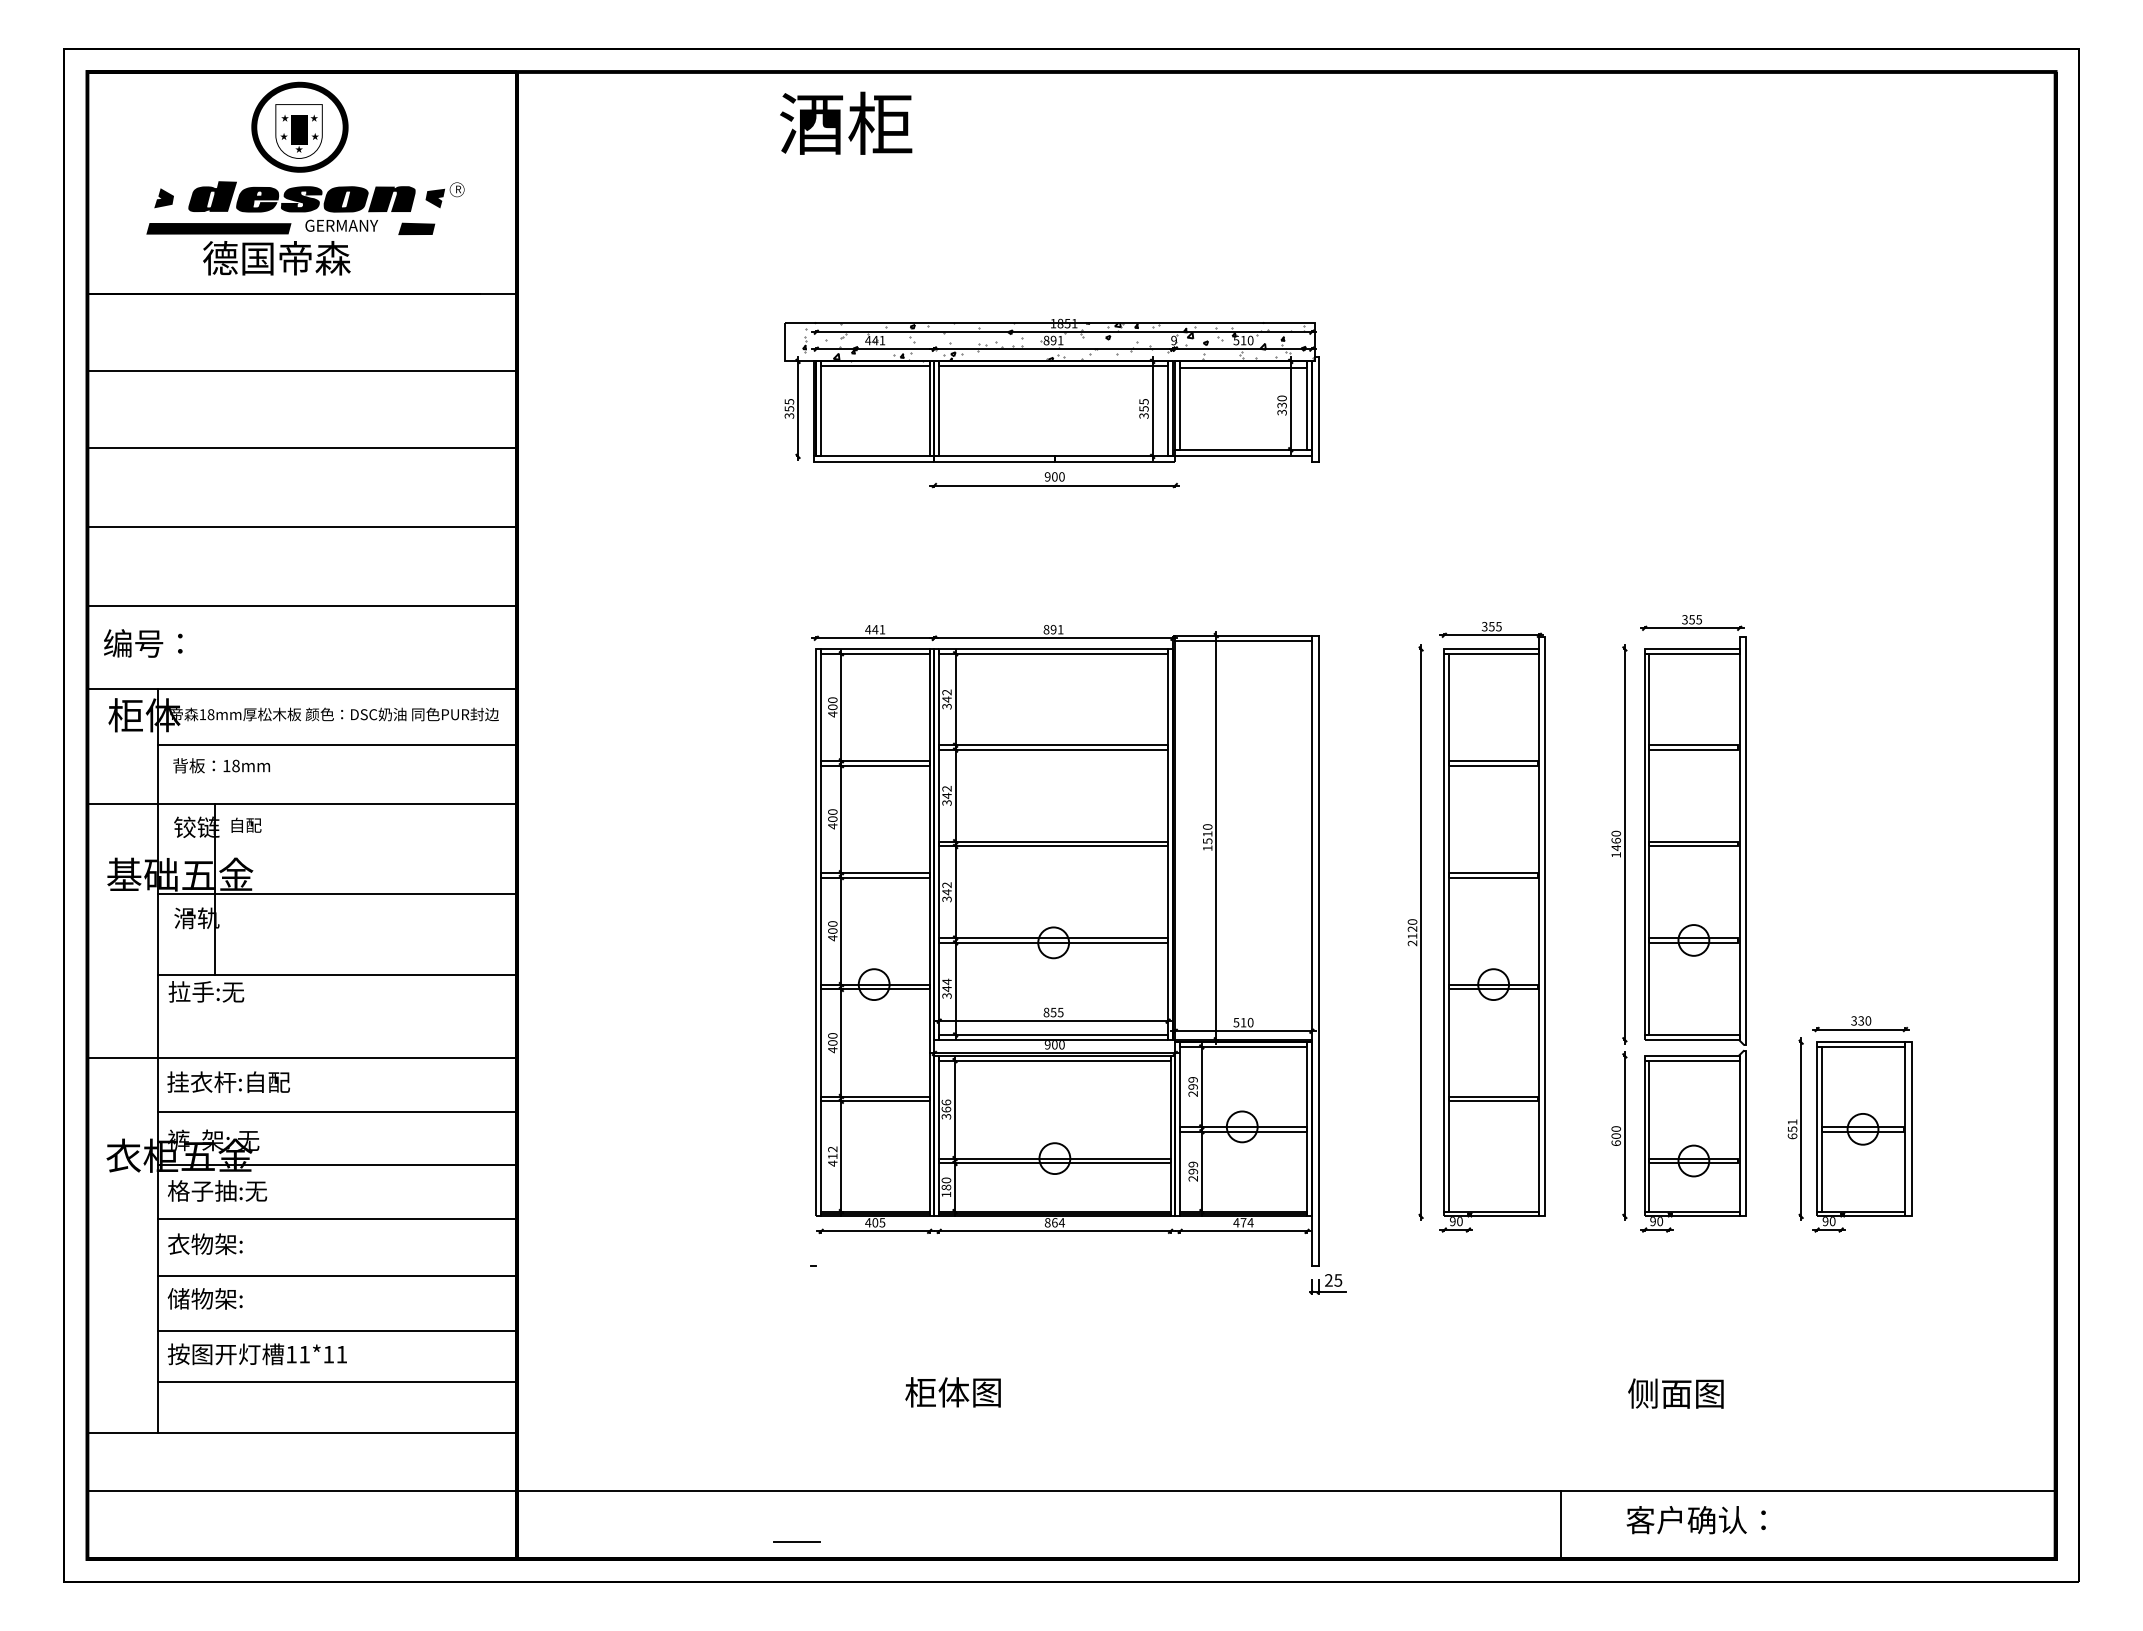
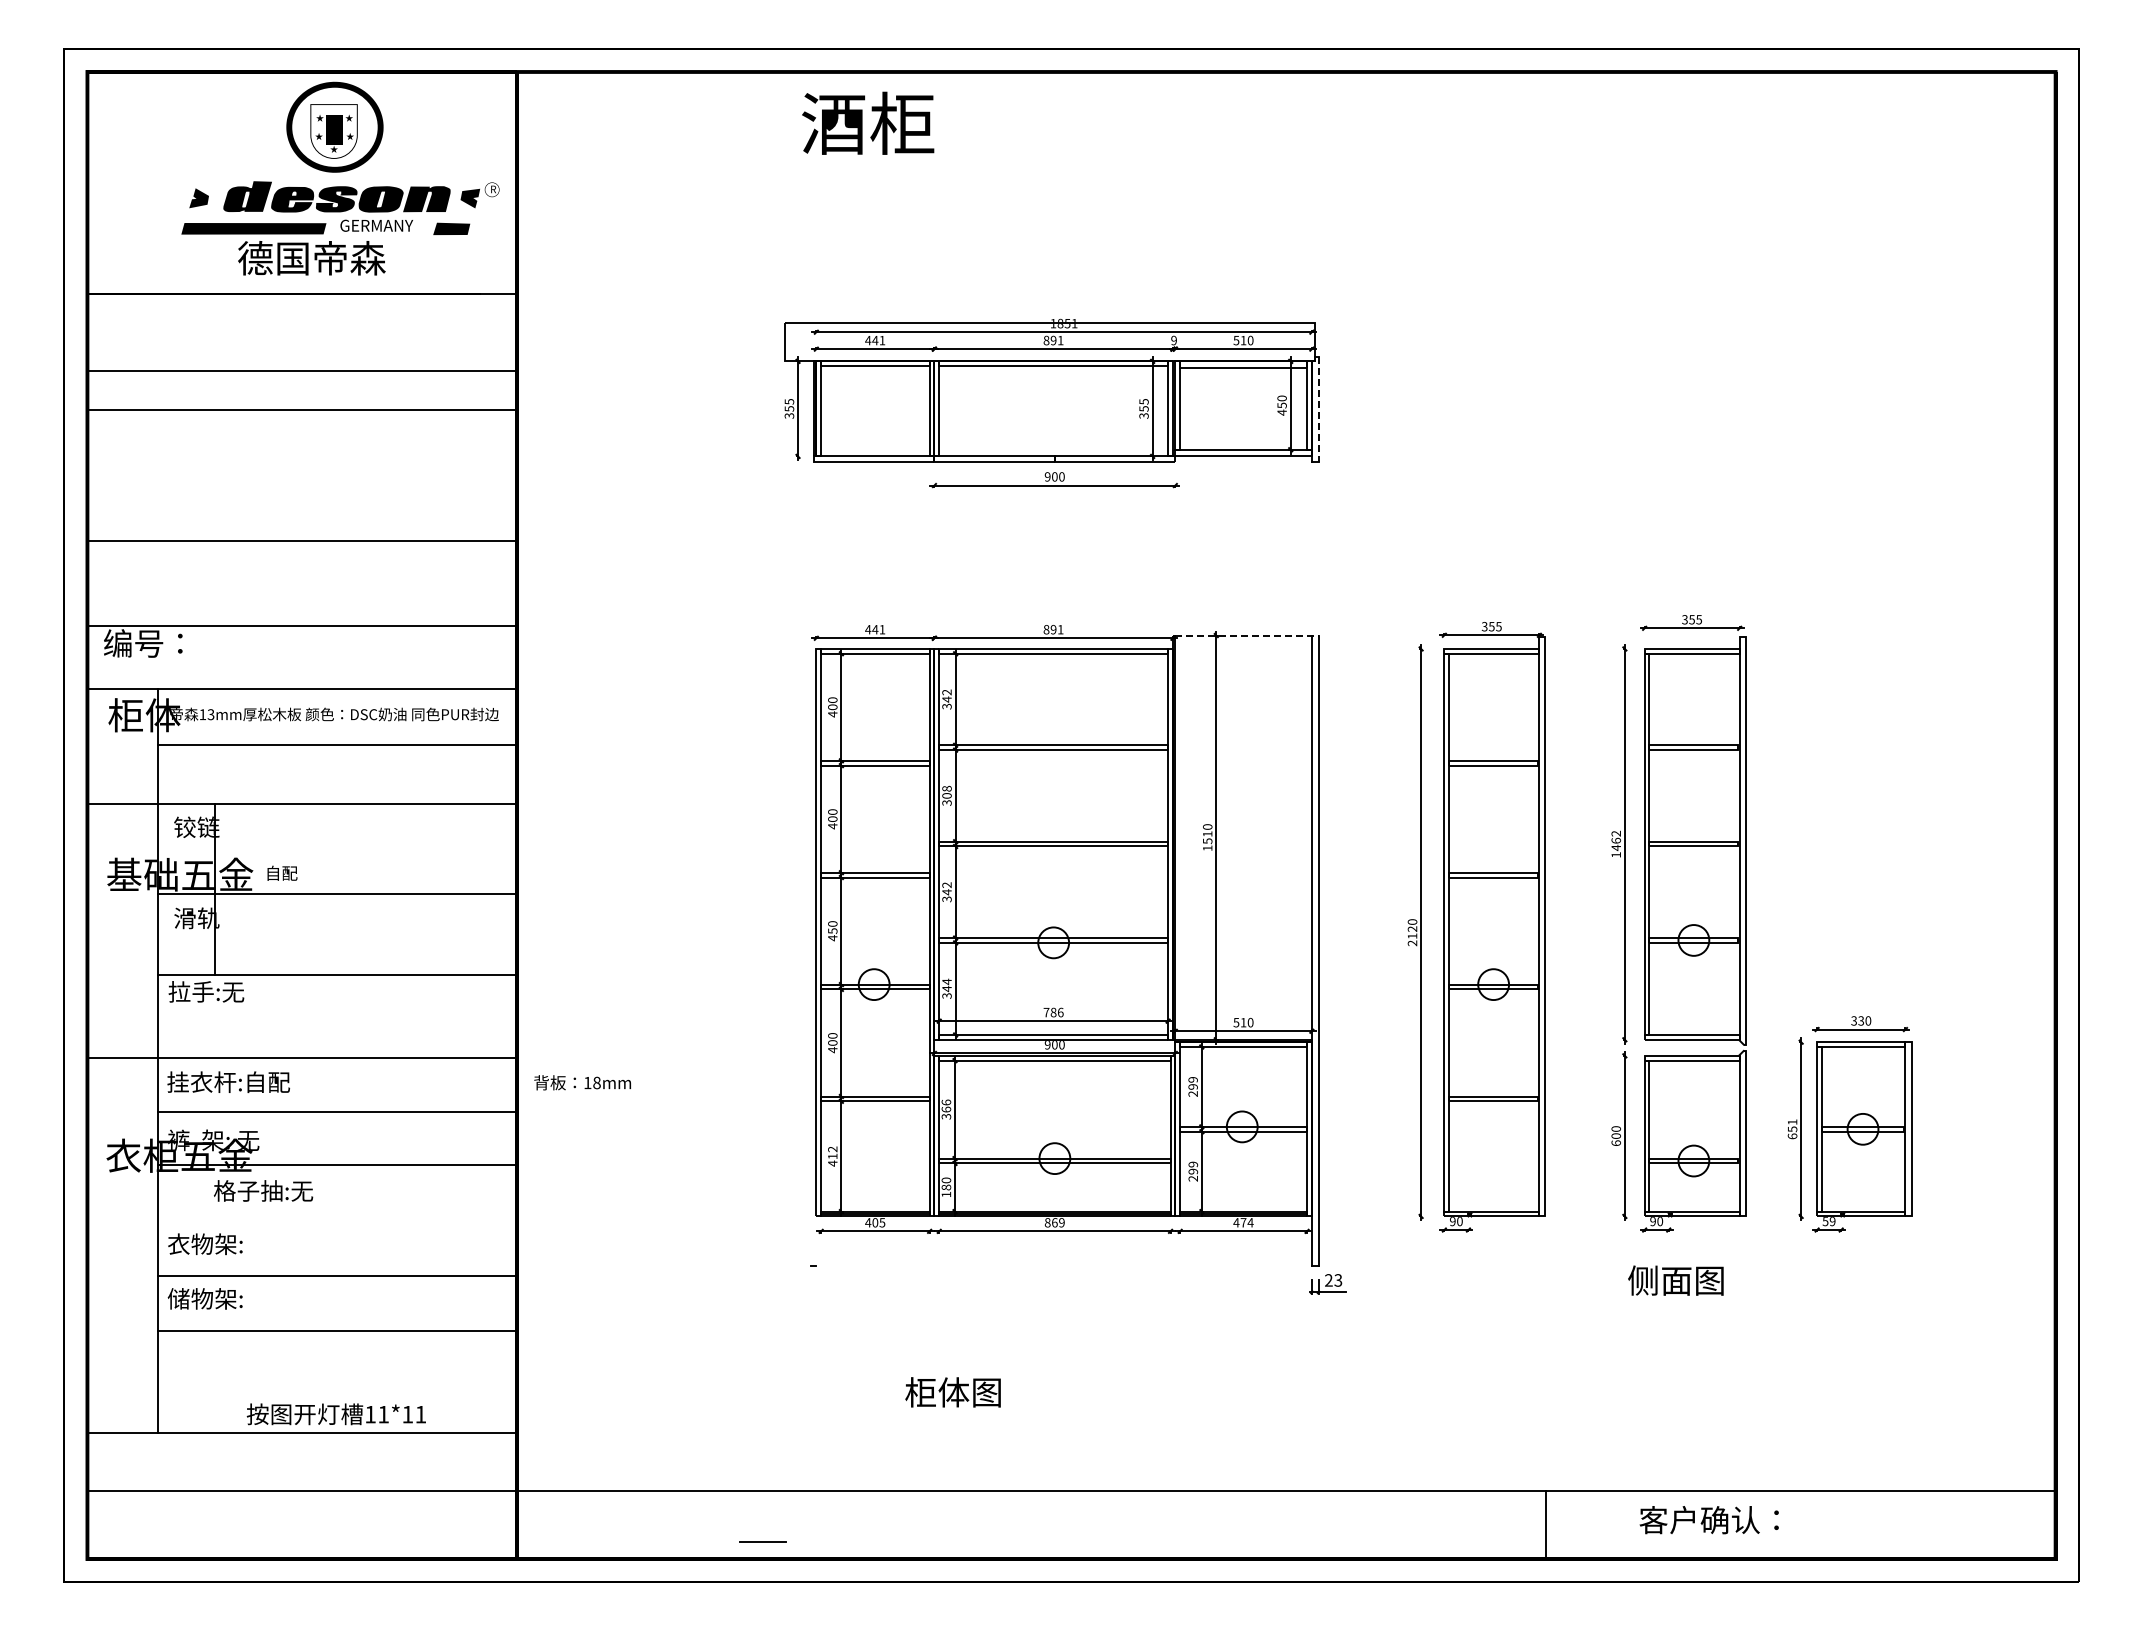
text at (846, 122) position: (846, 122) -> (868, 122)
text at (305, 178) position: (305, 178) -> (340, 178)
hatch at (1057, 341): present -> none
text at (1281, 408): 330 -> 450
line at (1318, 410): solid -> dashed
line at (303, 447) position: (303, 447) -> (303, 409)
line at (302, 526) position: (302, 526) -> (302, 540)
line at (302, 606) position: (302, 606) -> (302, 626)
line at (1246, 635): solid -> dashed
line at (1243, 640): present -> none
text at (210, 714): 18mm -> 13mm
text at (221, 765) position: (221, 765) -> (582, 1082)
text at (946, 792): 342 -> 308
text at (246, 824) position: (246, 824) -> (282, 872)
text at (1616, 833): 1460 -> 1462
text at (832, 930): 400 -> 450
text at (1053, 1012): 855 -> 786
text at (217, 1190) position: (217, 1190) -> (263, 1190)
line at (337, 1219): present -> none
text at (1828, 1221): 90 -> 59
text at (1061, 1222): 864 -> 869
text at (1338, 1280): 25 -> 23
text at (256, 1354) position: (256, 1354) -> (335, 1414)
line at (337, 1381): present -> none
text at (1675, 1393) position: (1675, 1393) -> (1675, 1280)
text at (1695, 1520) position: (1695, 1520) -> (1708, 1520)
line at (1560, 1524) position: (1560, 1524) -> (1545, 1524)
line at (796, 1541) position: (796, 1541) -> (762, 1541)
